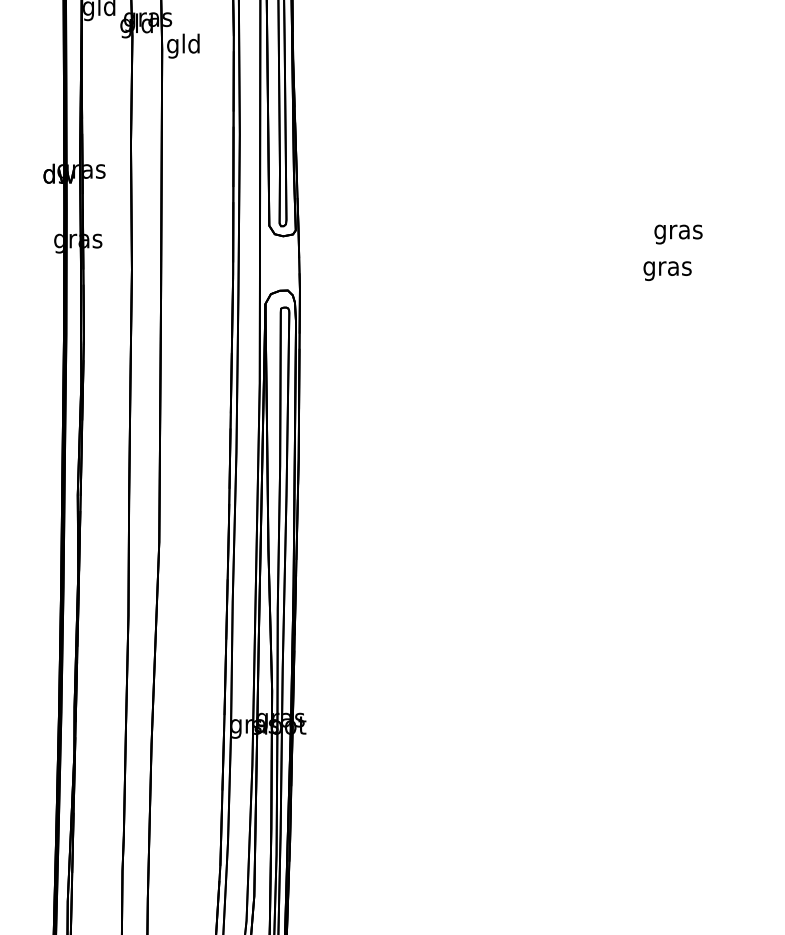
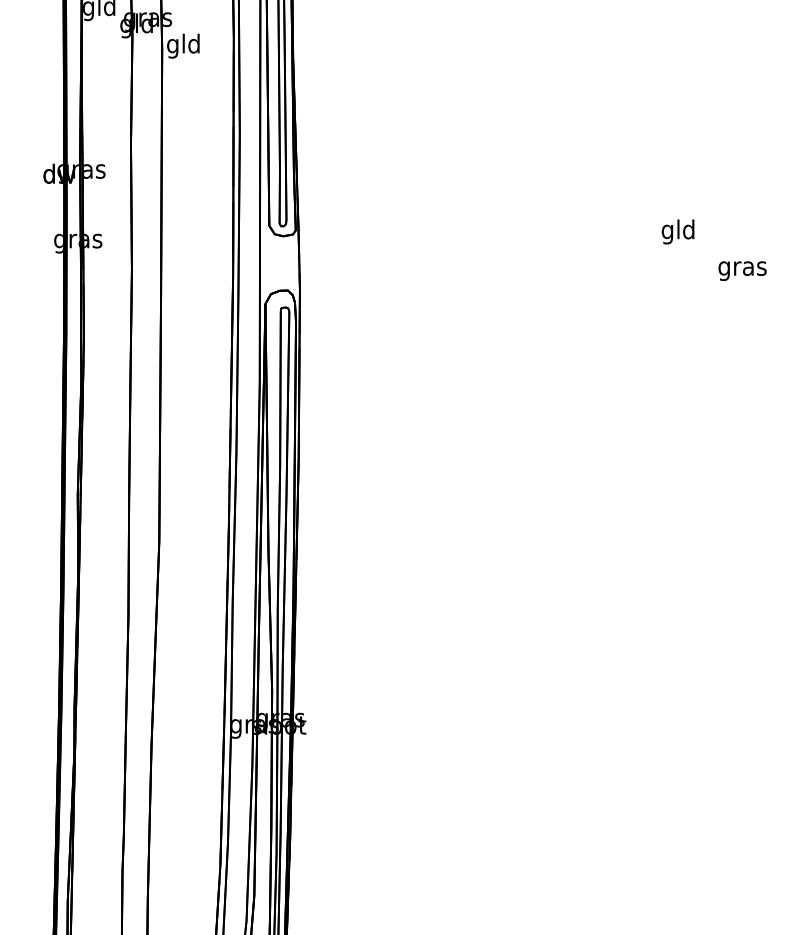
text at (678, 231): gras -> gld
text at (667, 270) position: (667, 270) -> (742, 270)
